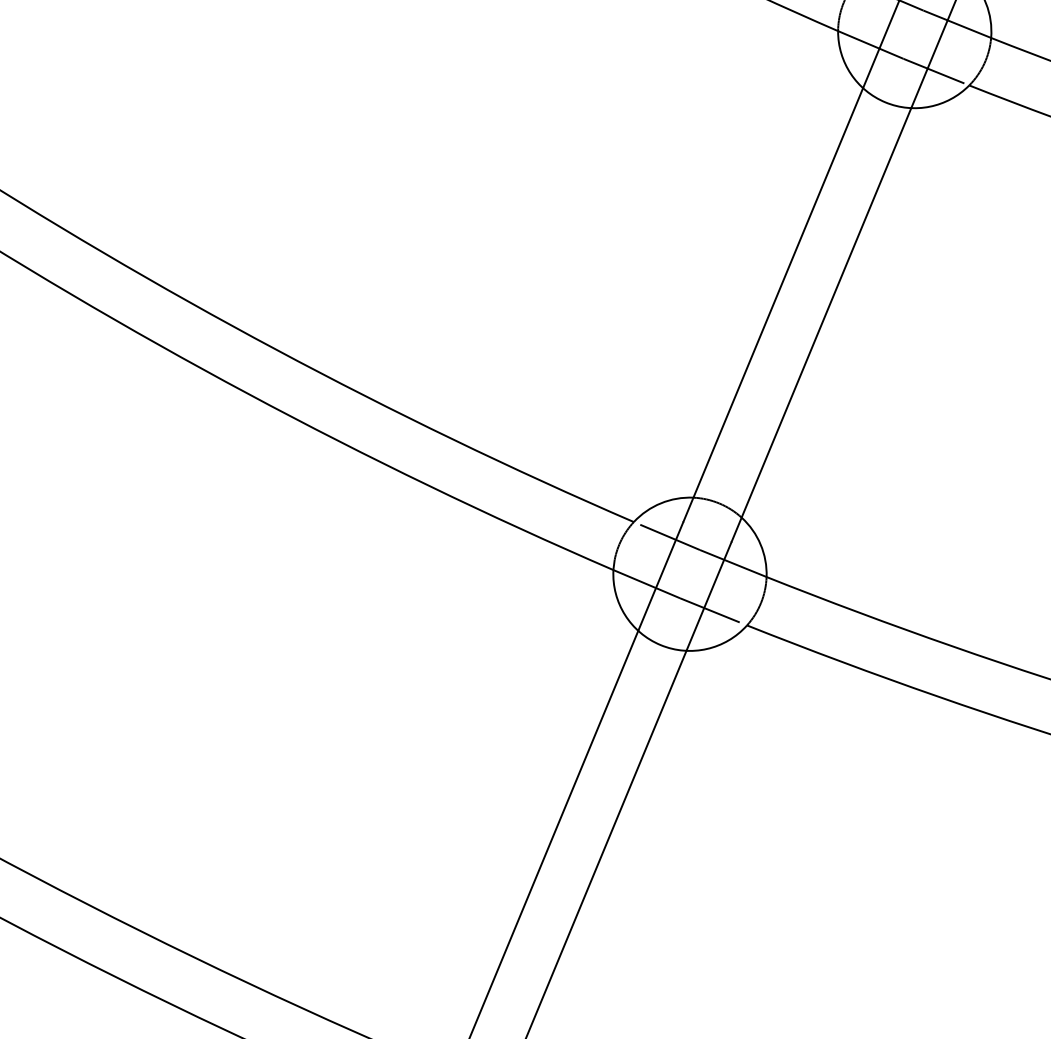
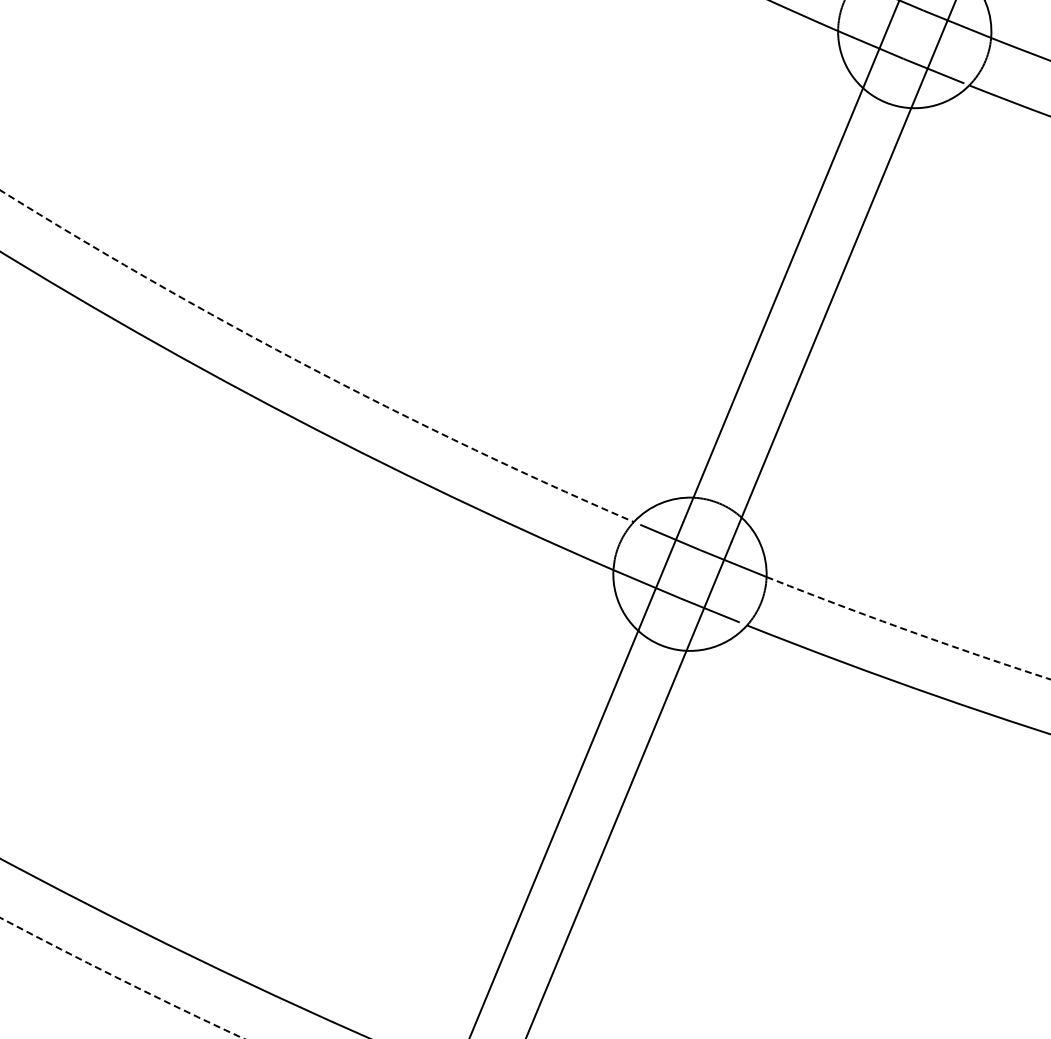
arc at (311, 368): solid -> dashed
arc at (907, 630): solid -> dashed
arc at (121, 979): solid -> dashed
